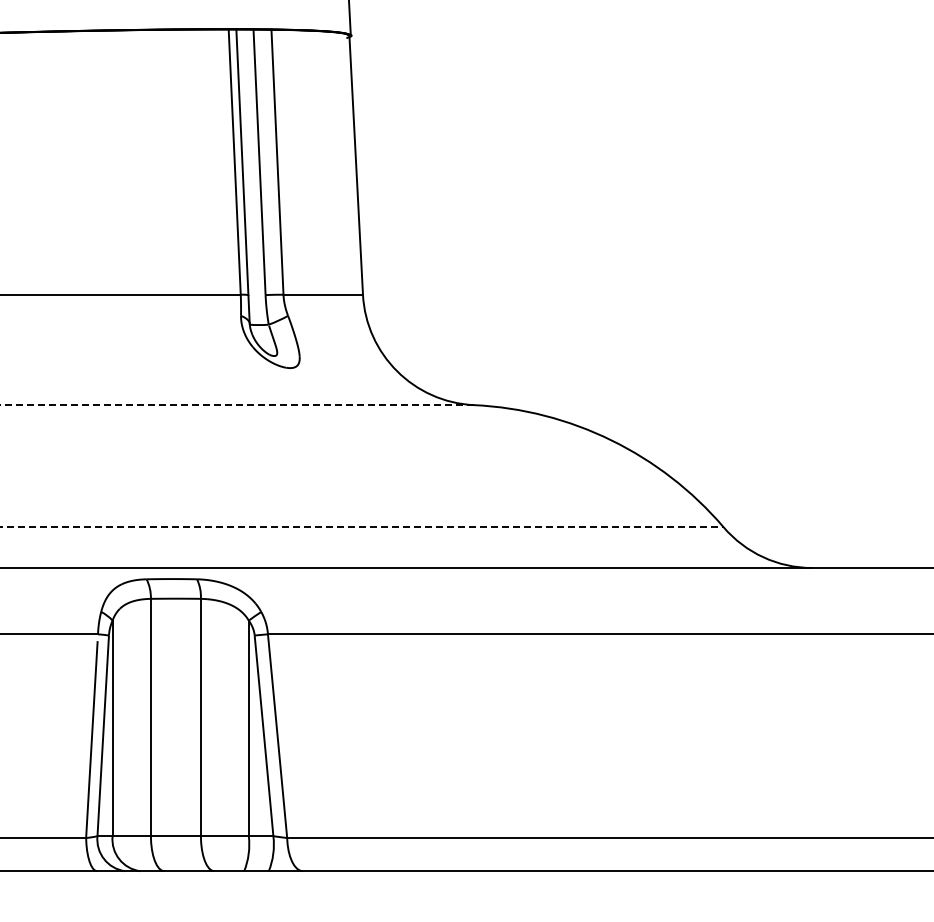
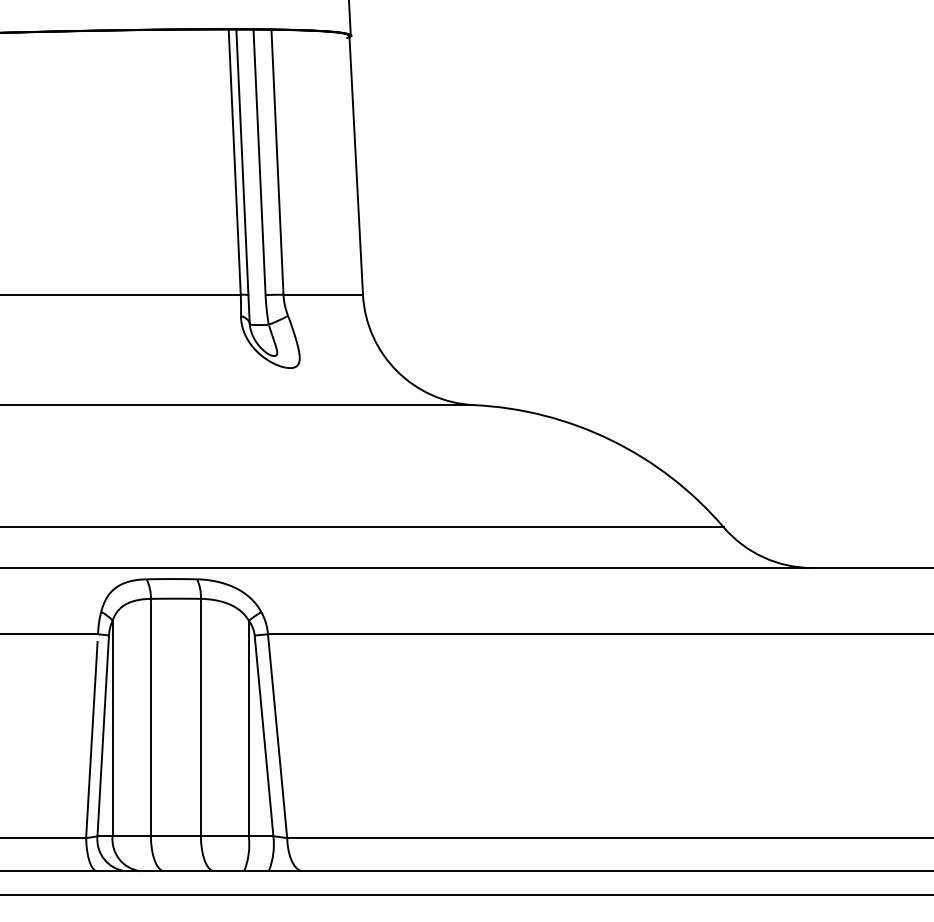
line at (237, 405): dashed -> solid
line at (362, 527): dashed -> solid
line at (466, 894): none -> present
